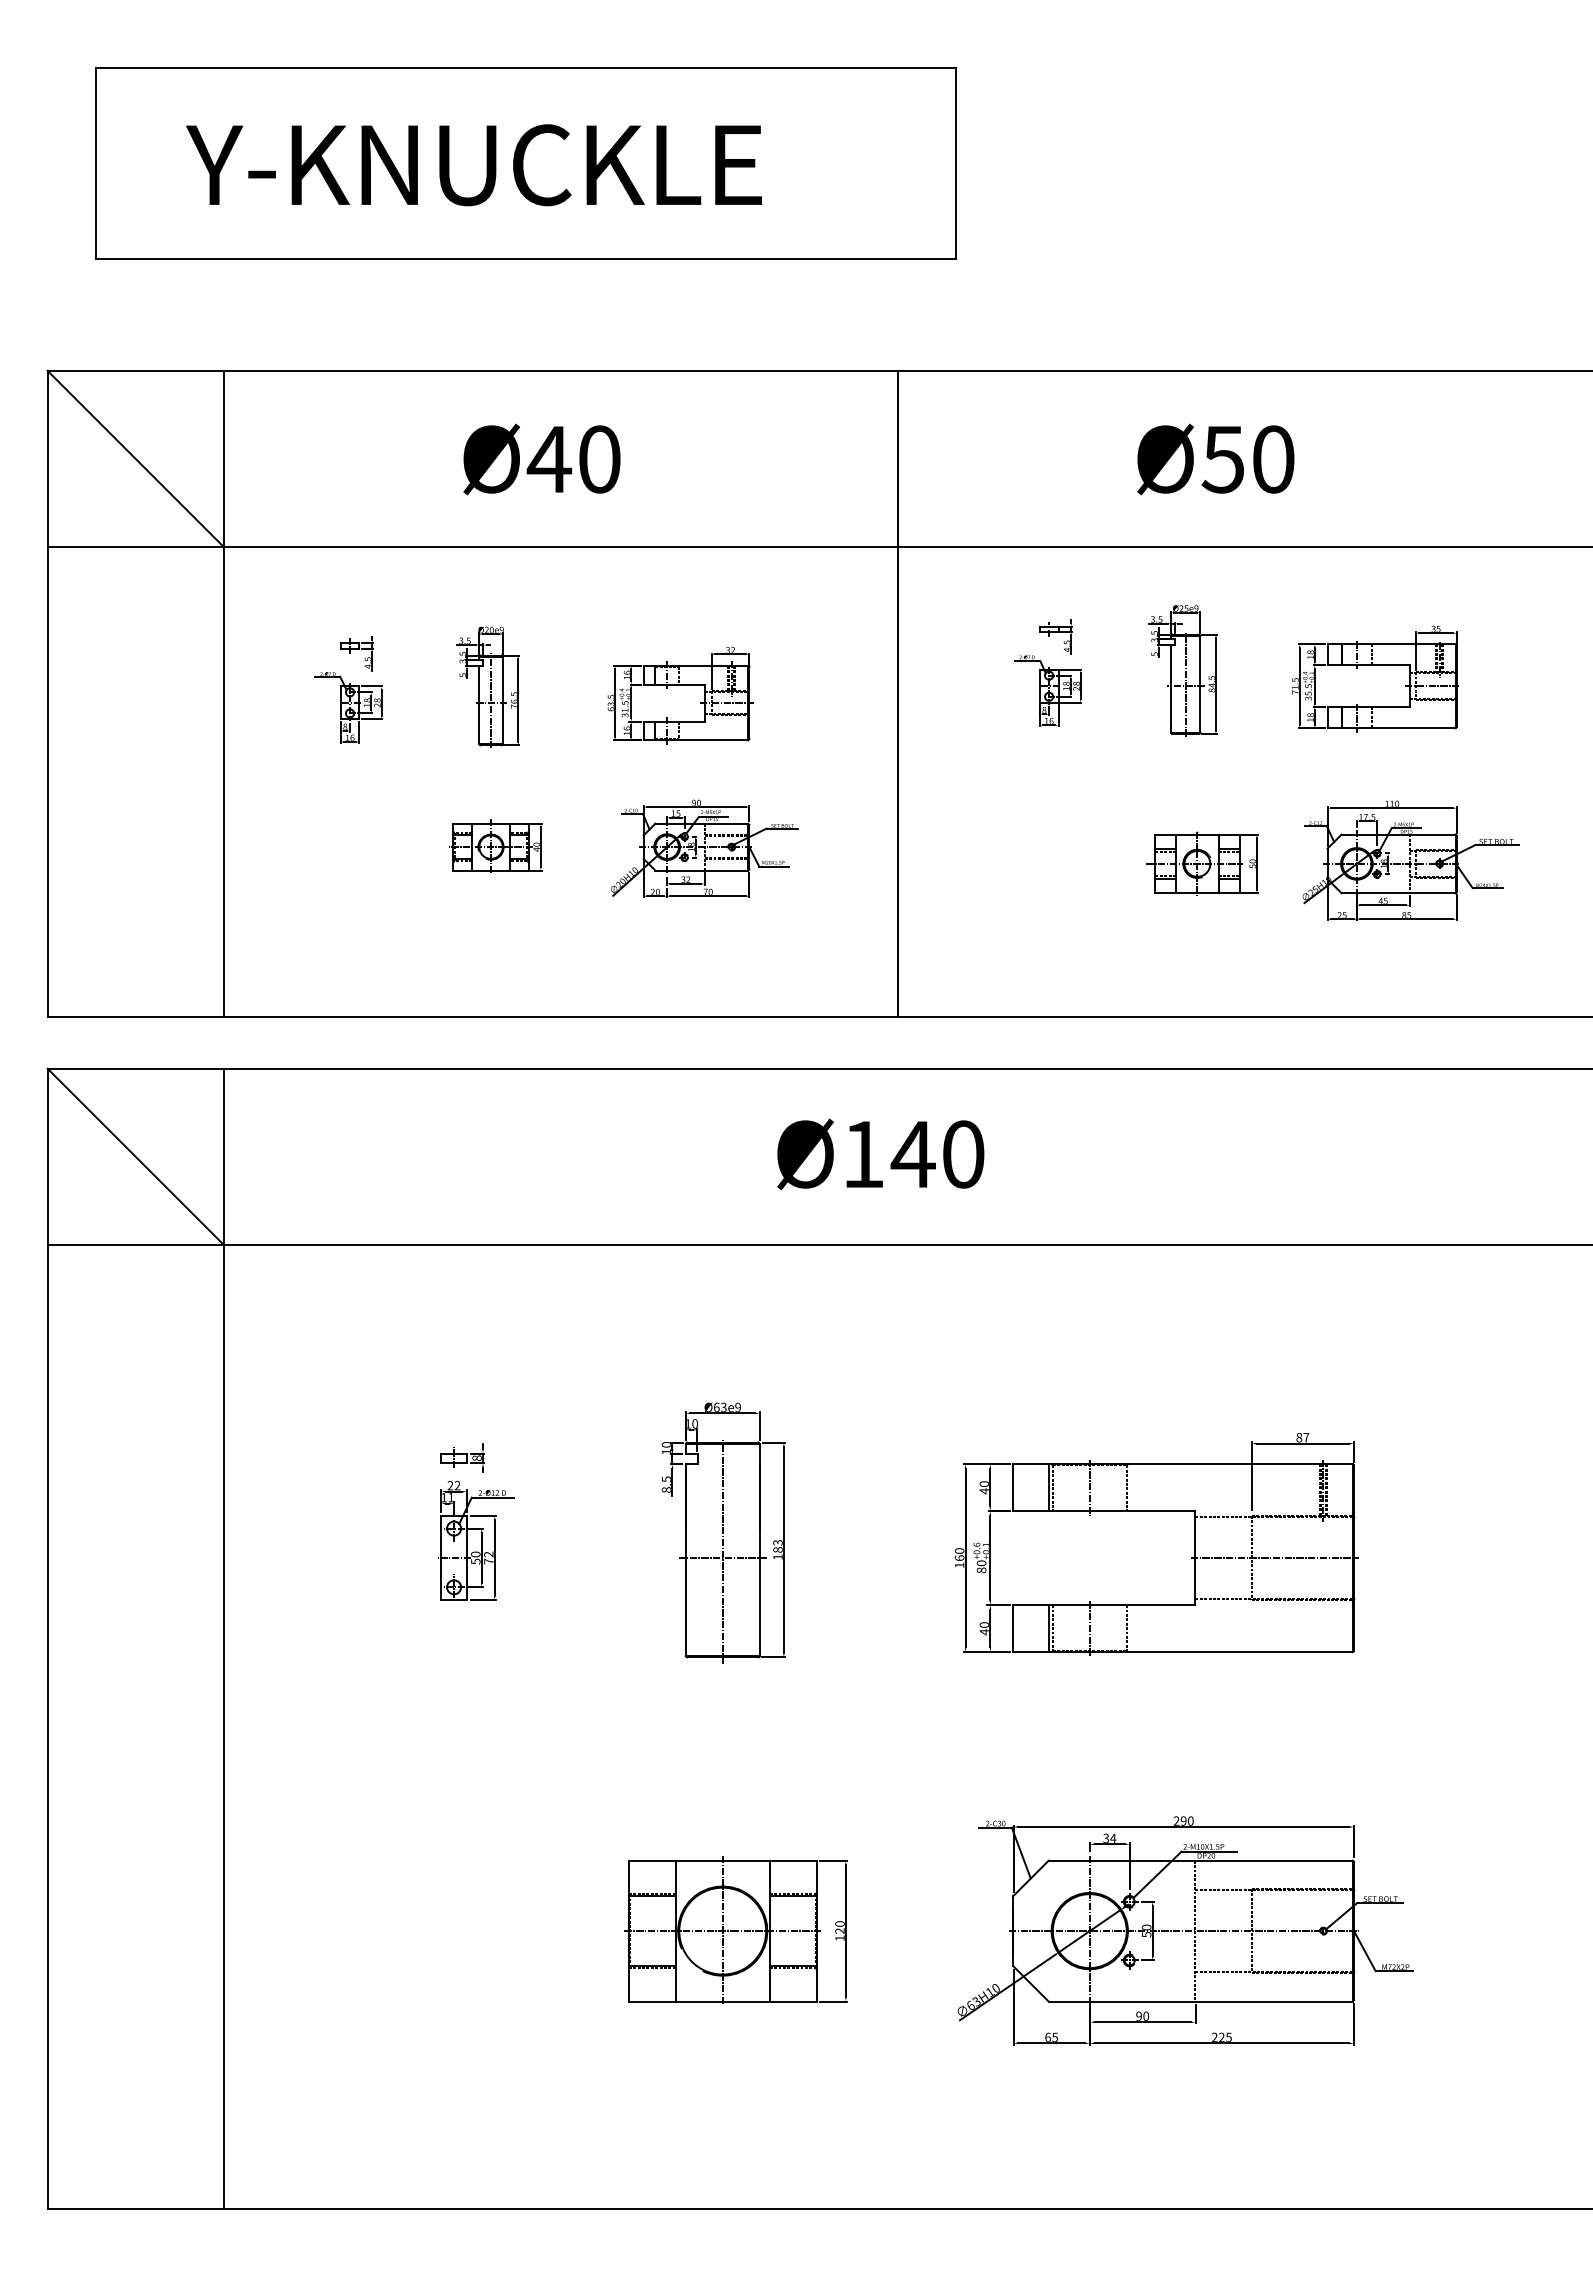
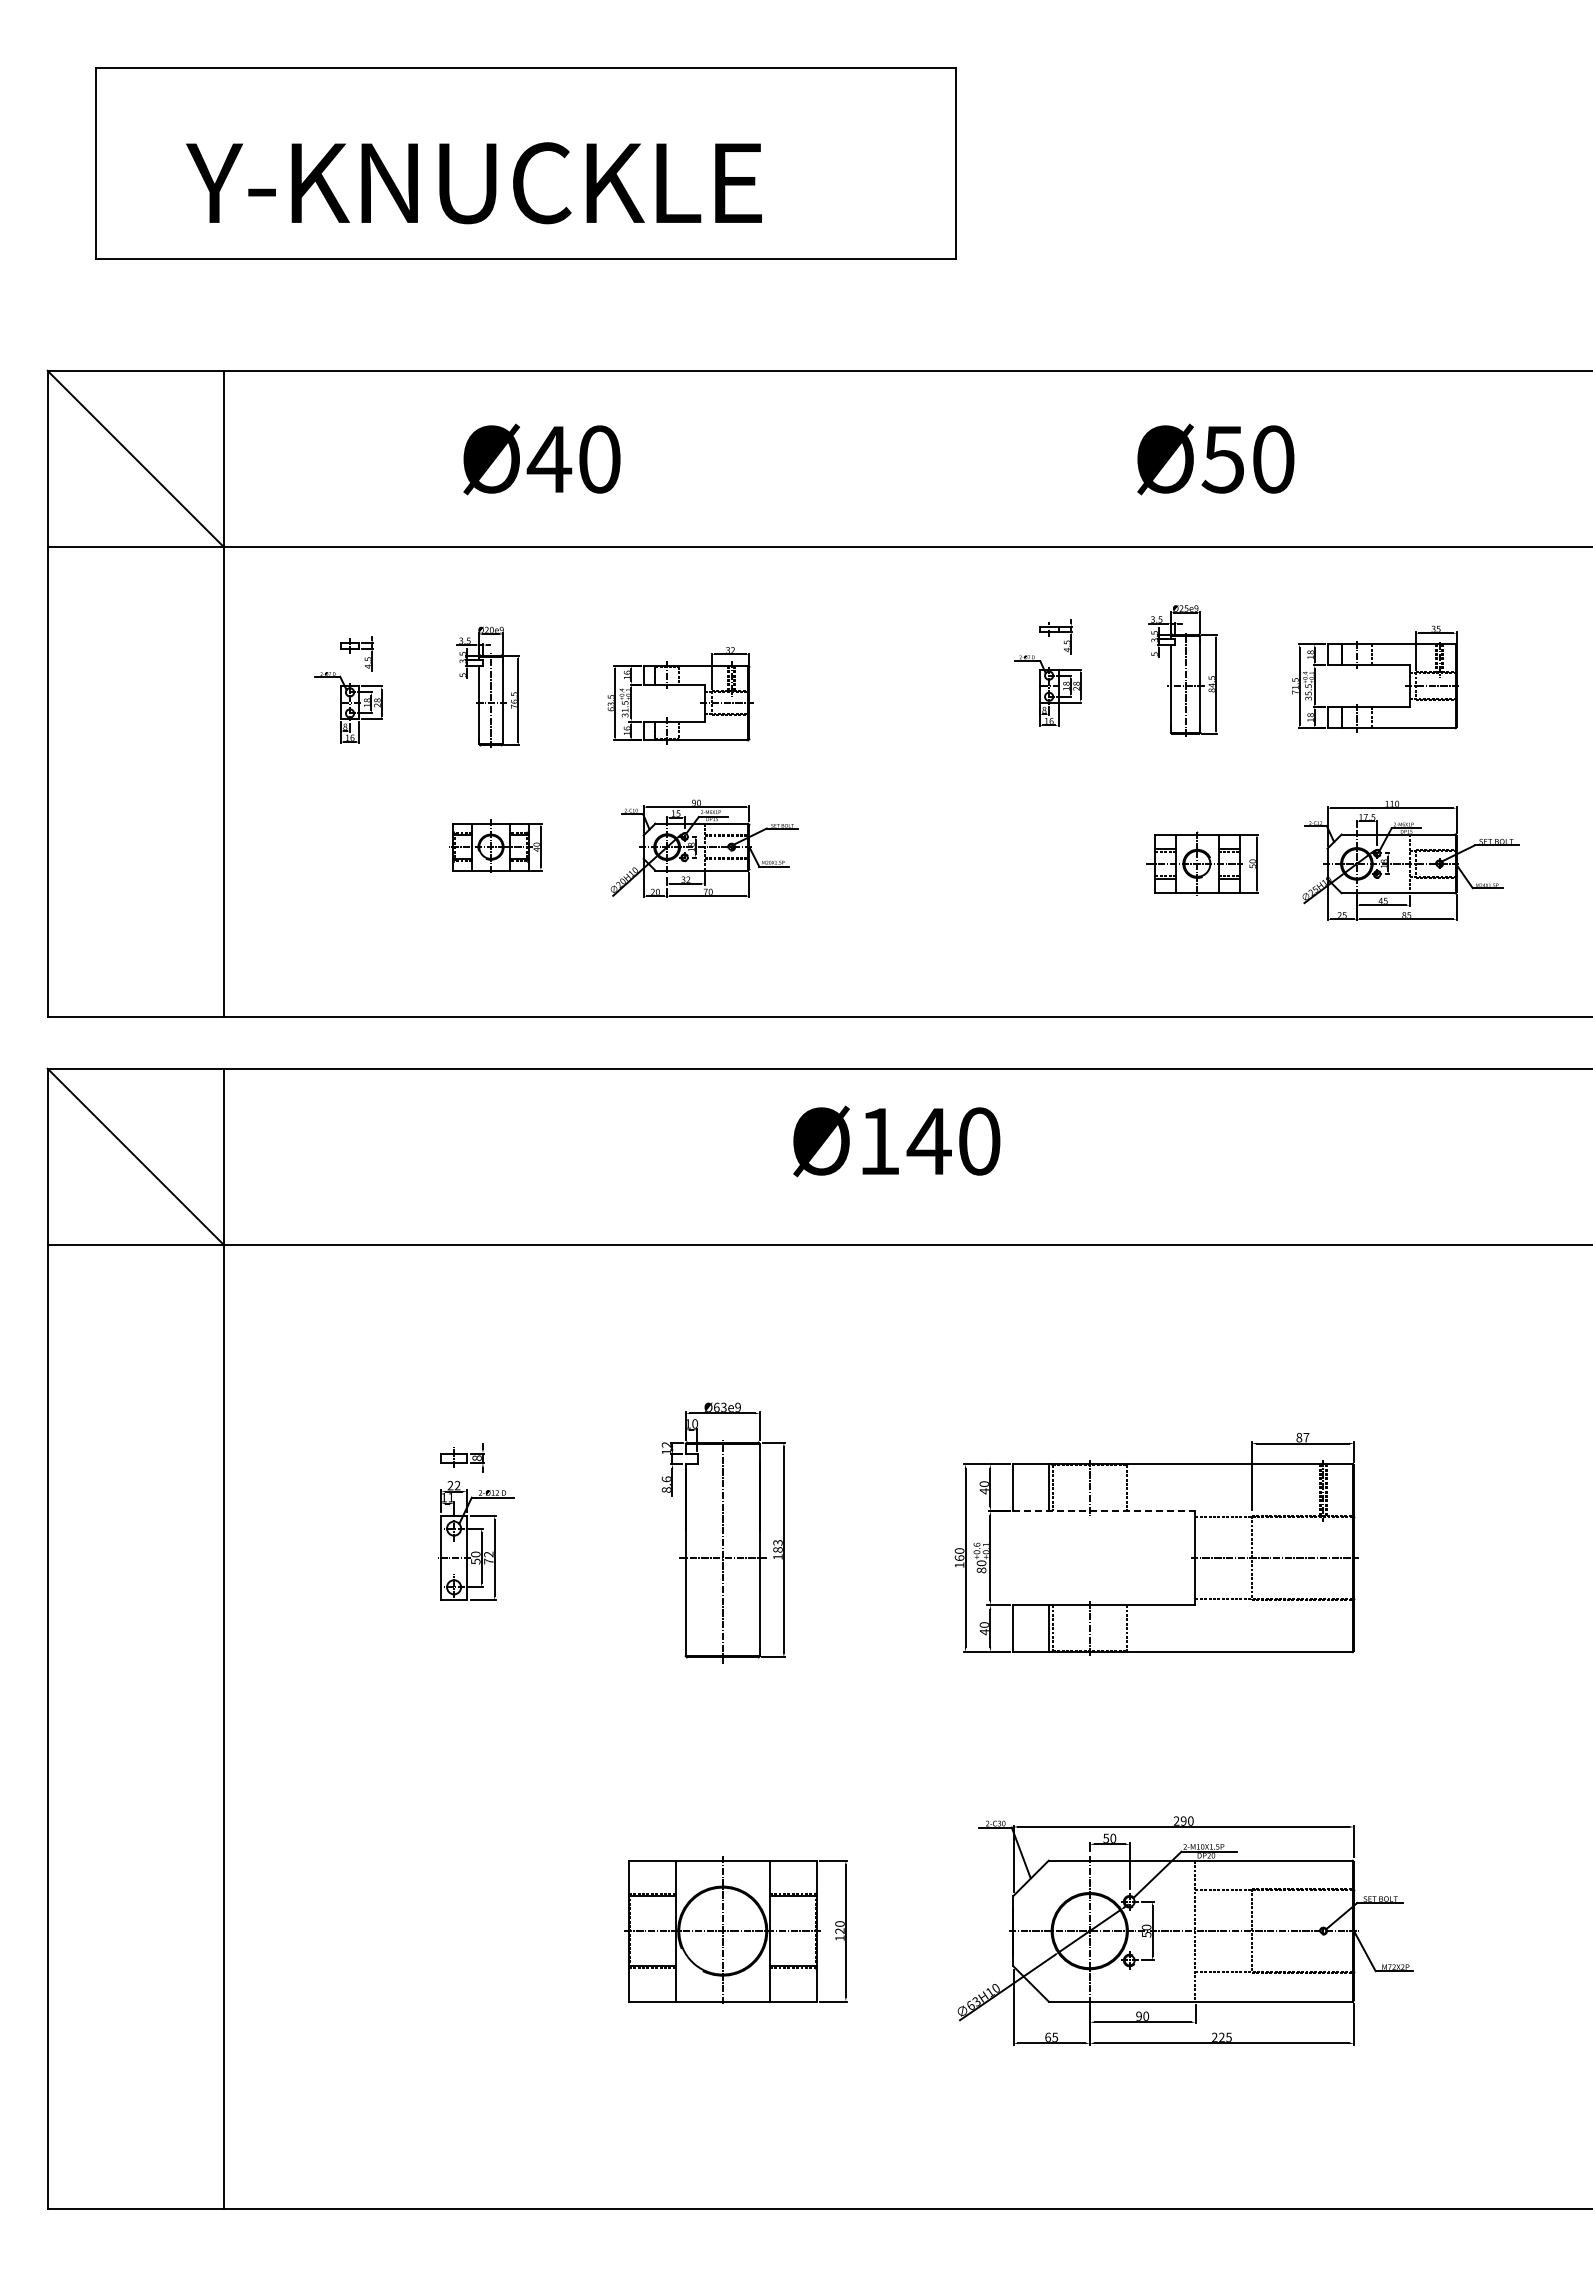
text at (473, 165) position: (473, 165) -> (473, 183)
line at (897, 693): present -> none
text at (880, 1154) position: (880, 1154) -> (896, 1141)
text at (666, 1444): 10 -> 12
text at (665, 1479): 8.5 -> 8.6
line at (1104, 1511): solid -> dashed
text at (1109, 1837): 34 -> 50
